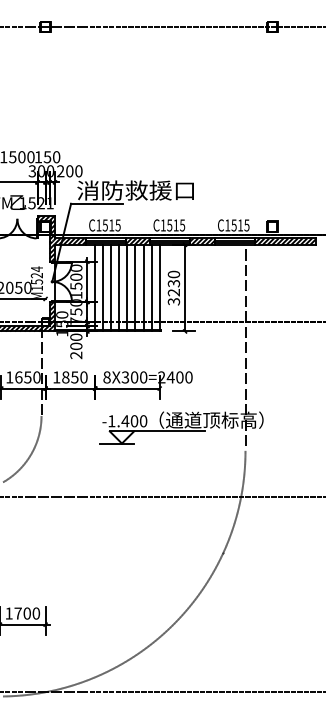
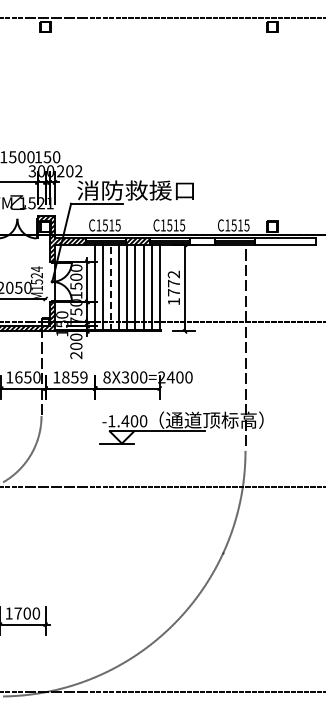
line at (162, 26) position: (162, 26) -> (162, 17)
text at (78, 171): 200 -> 202
hatch at (202, 241): present -> none
hatch at (285, 241): present -> none
line at (111, 287): solid -> dashed
text at (173, 287): 3230 -> 1772
text at (83, 377): 1850 -> 1859
line at (162, 496) position: (162, 496) -> (162, 486)
